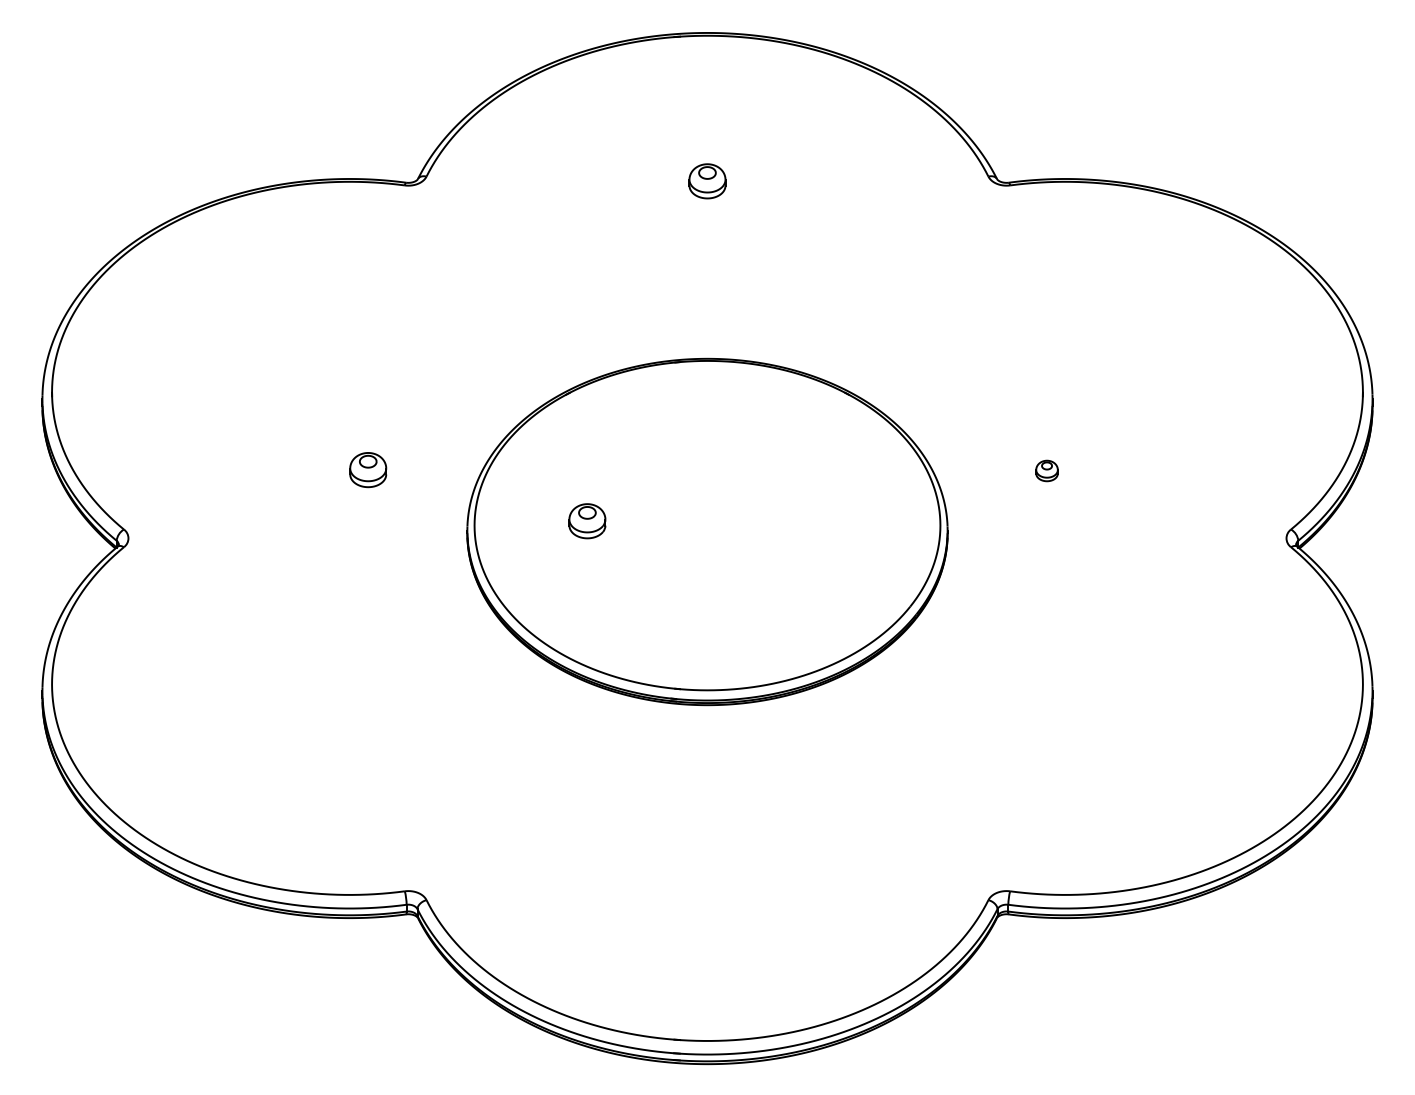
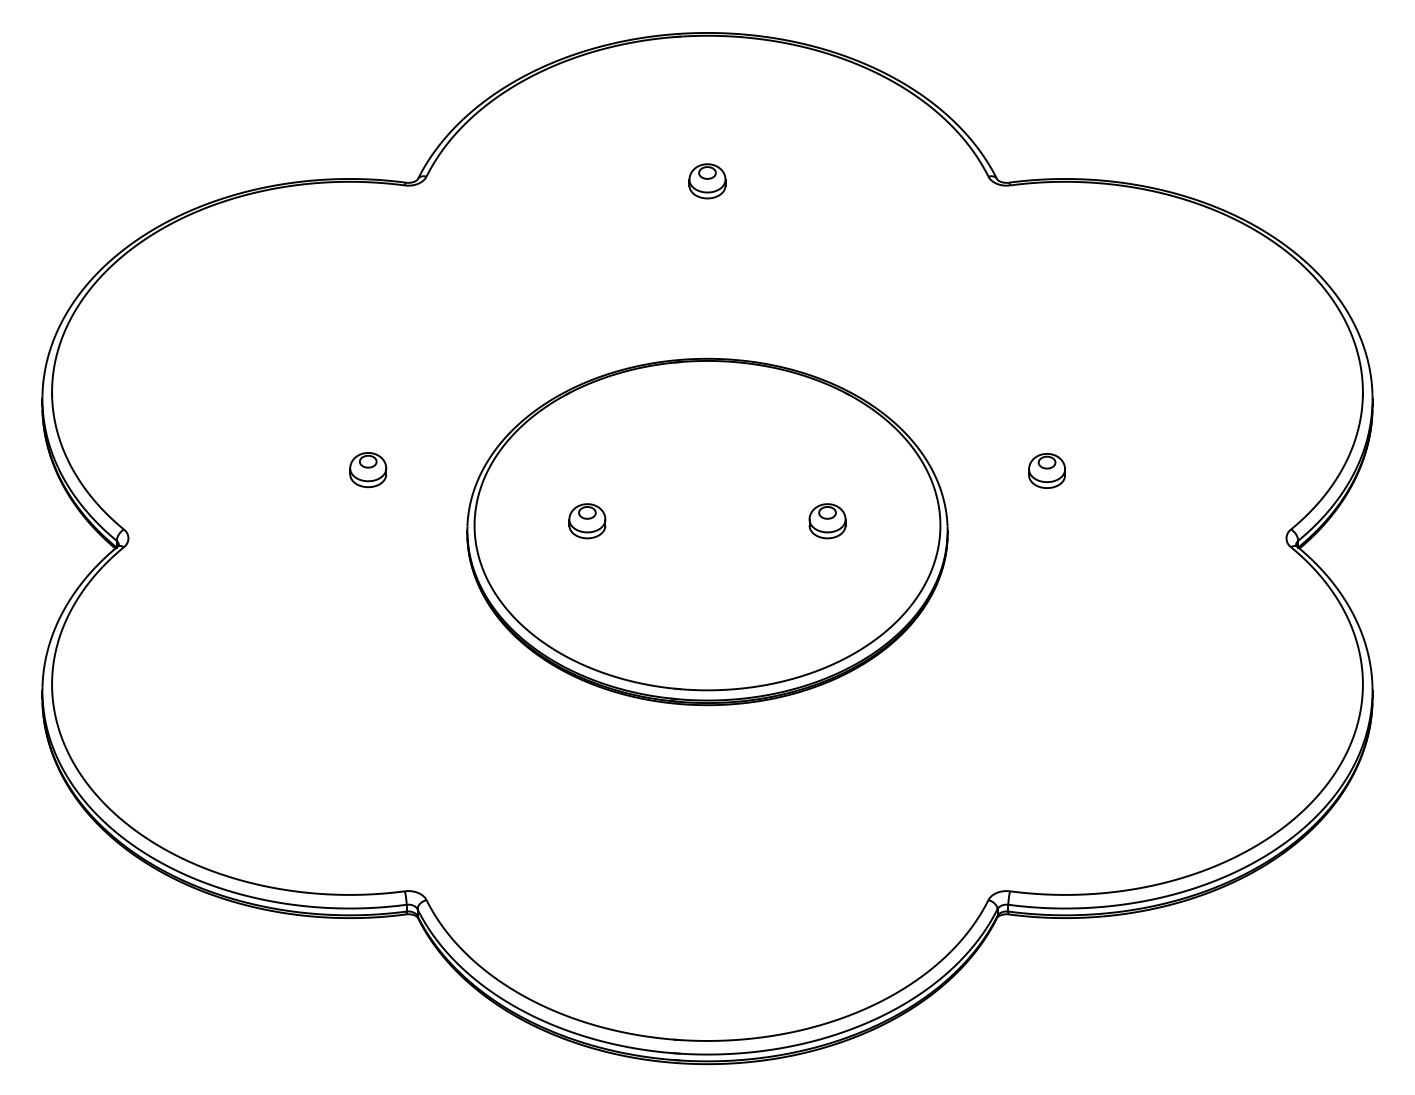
part at (1046, 470) size: 24x24 px -> 38x36 px
part at (827, 521): none -> present
